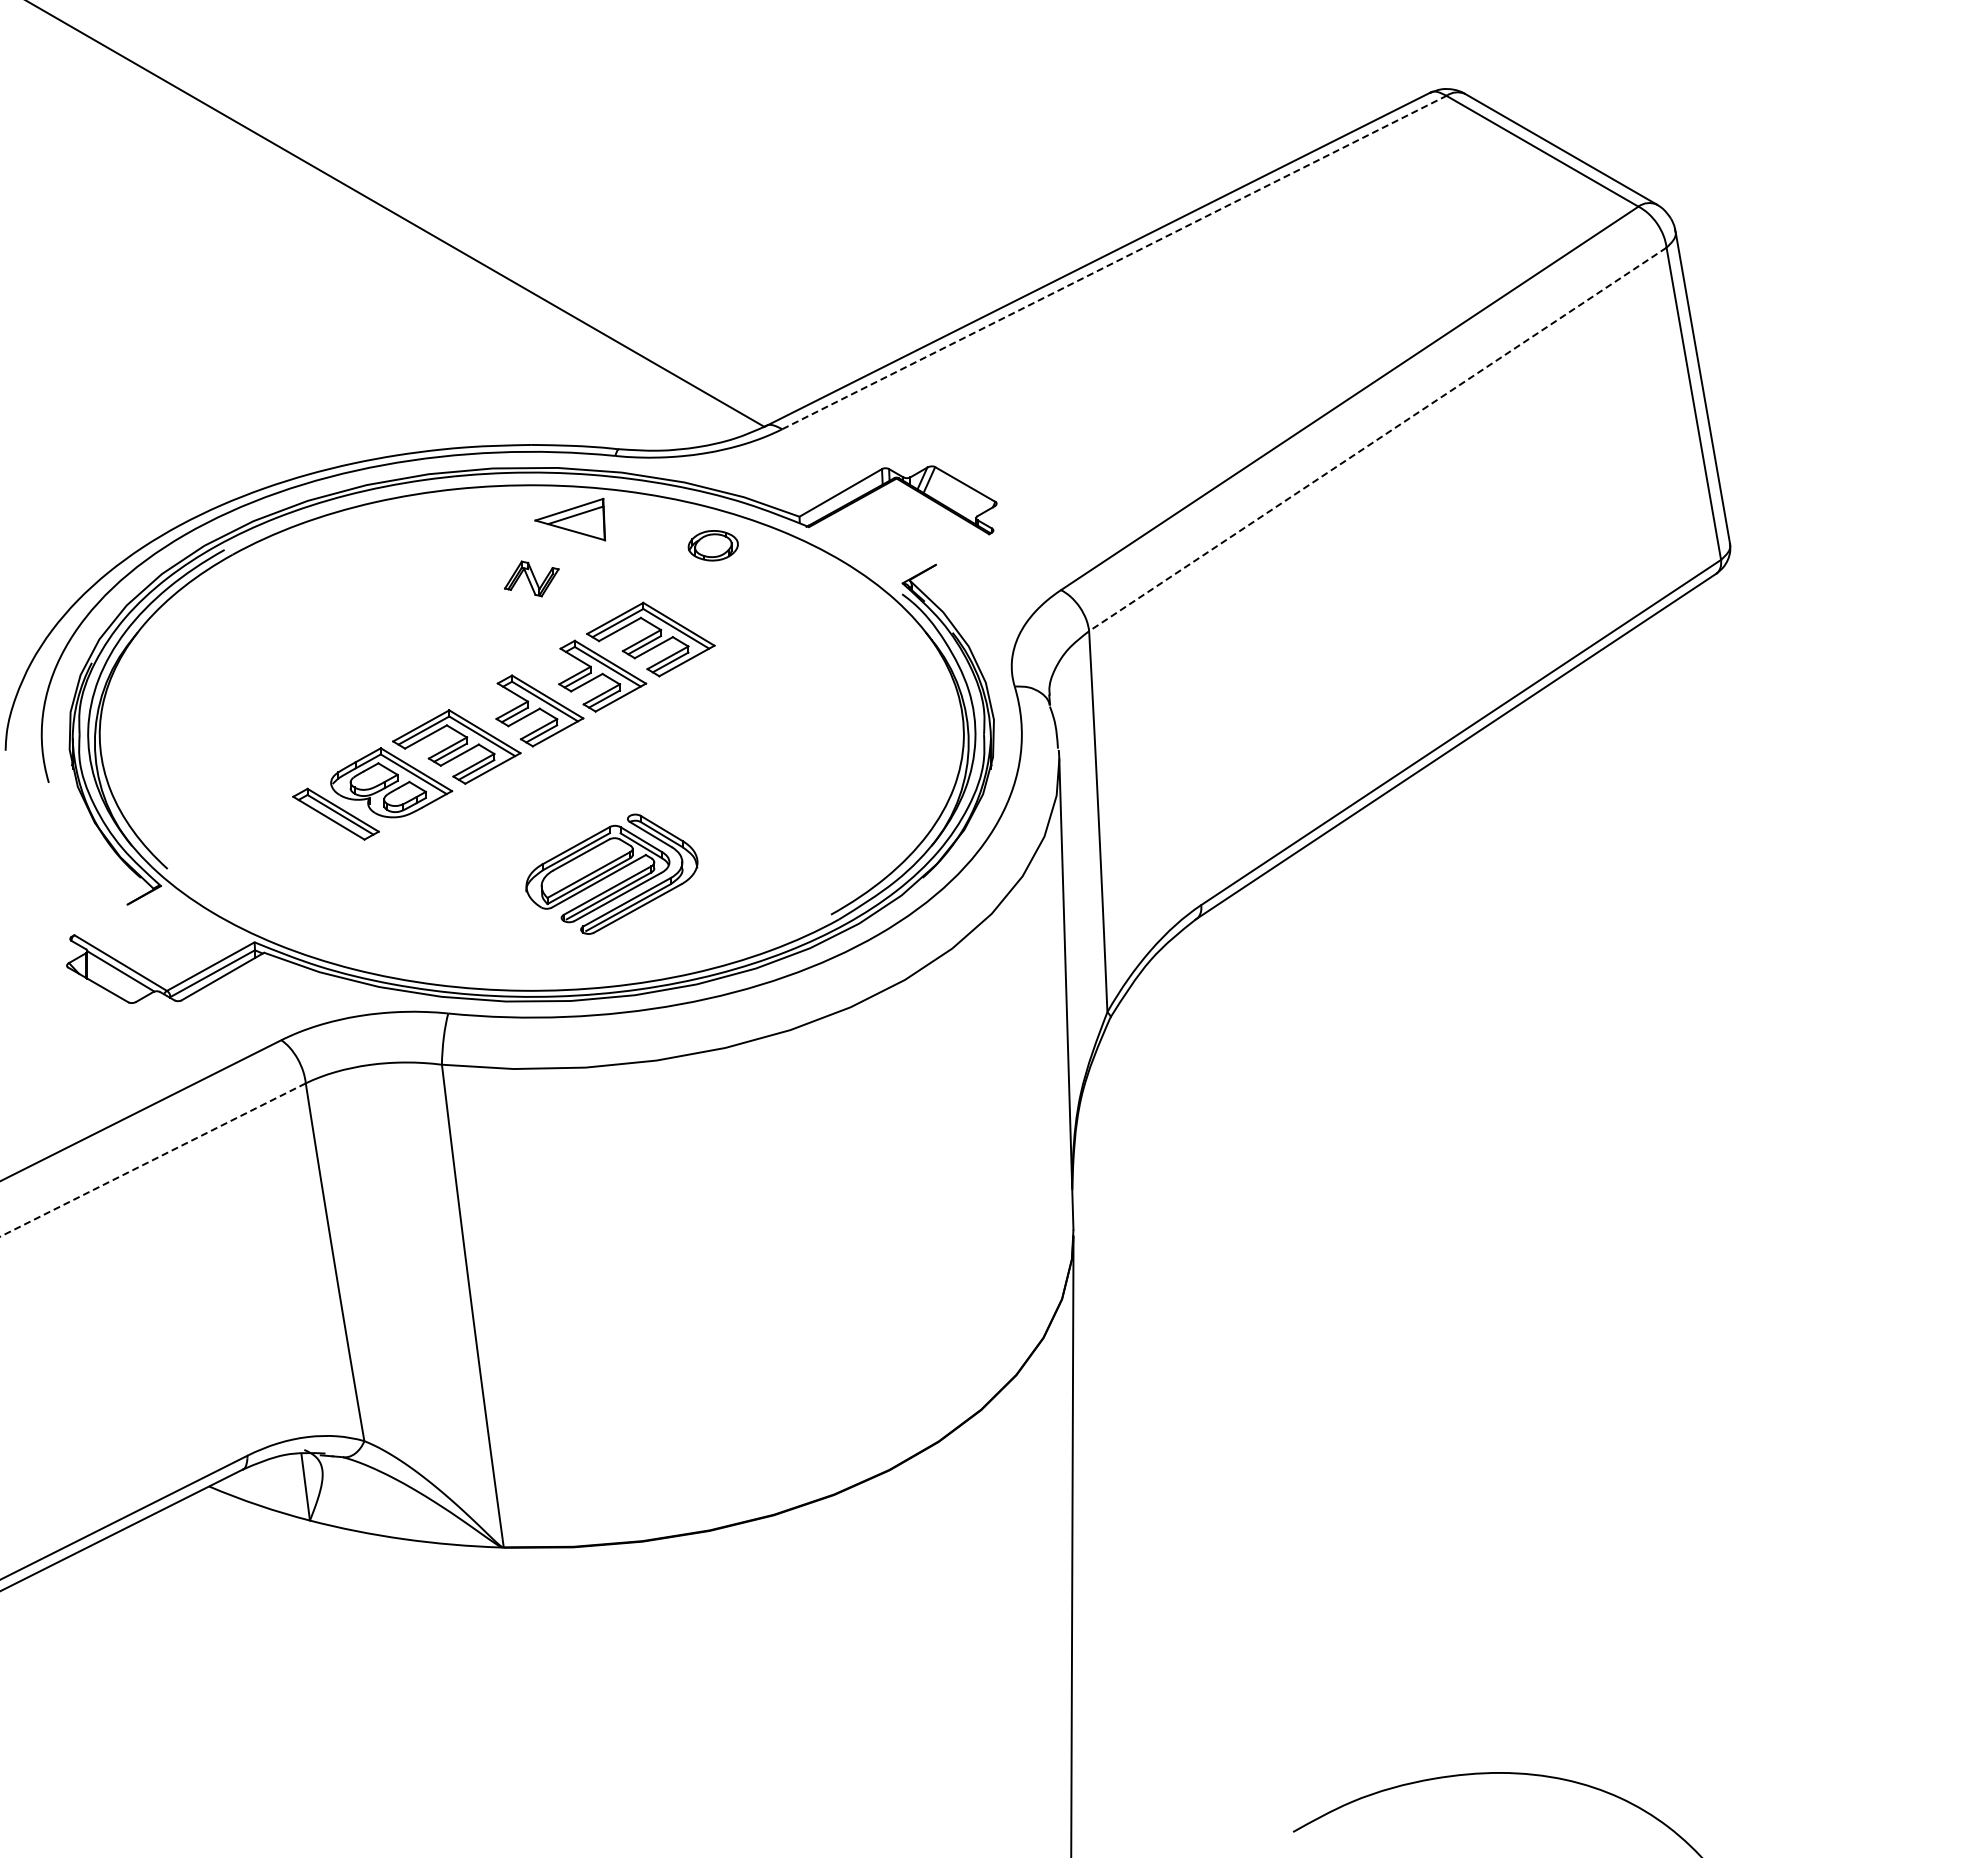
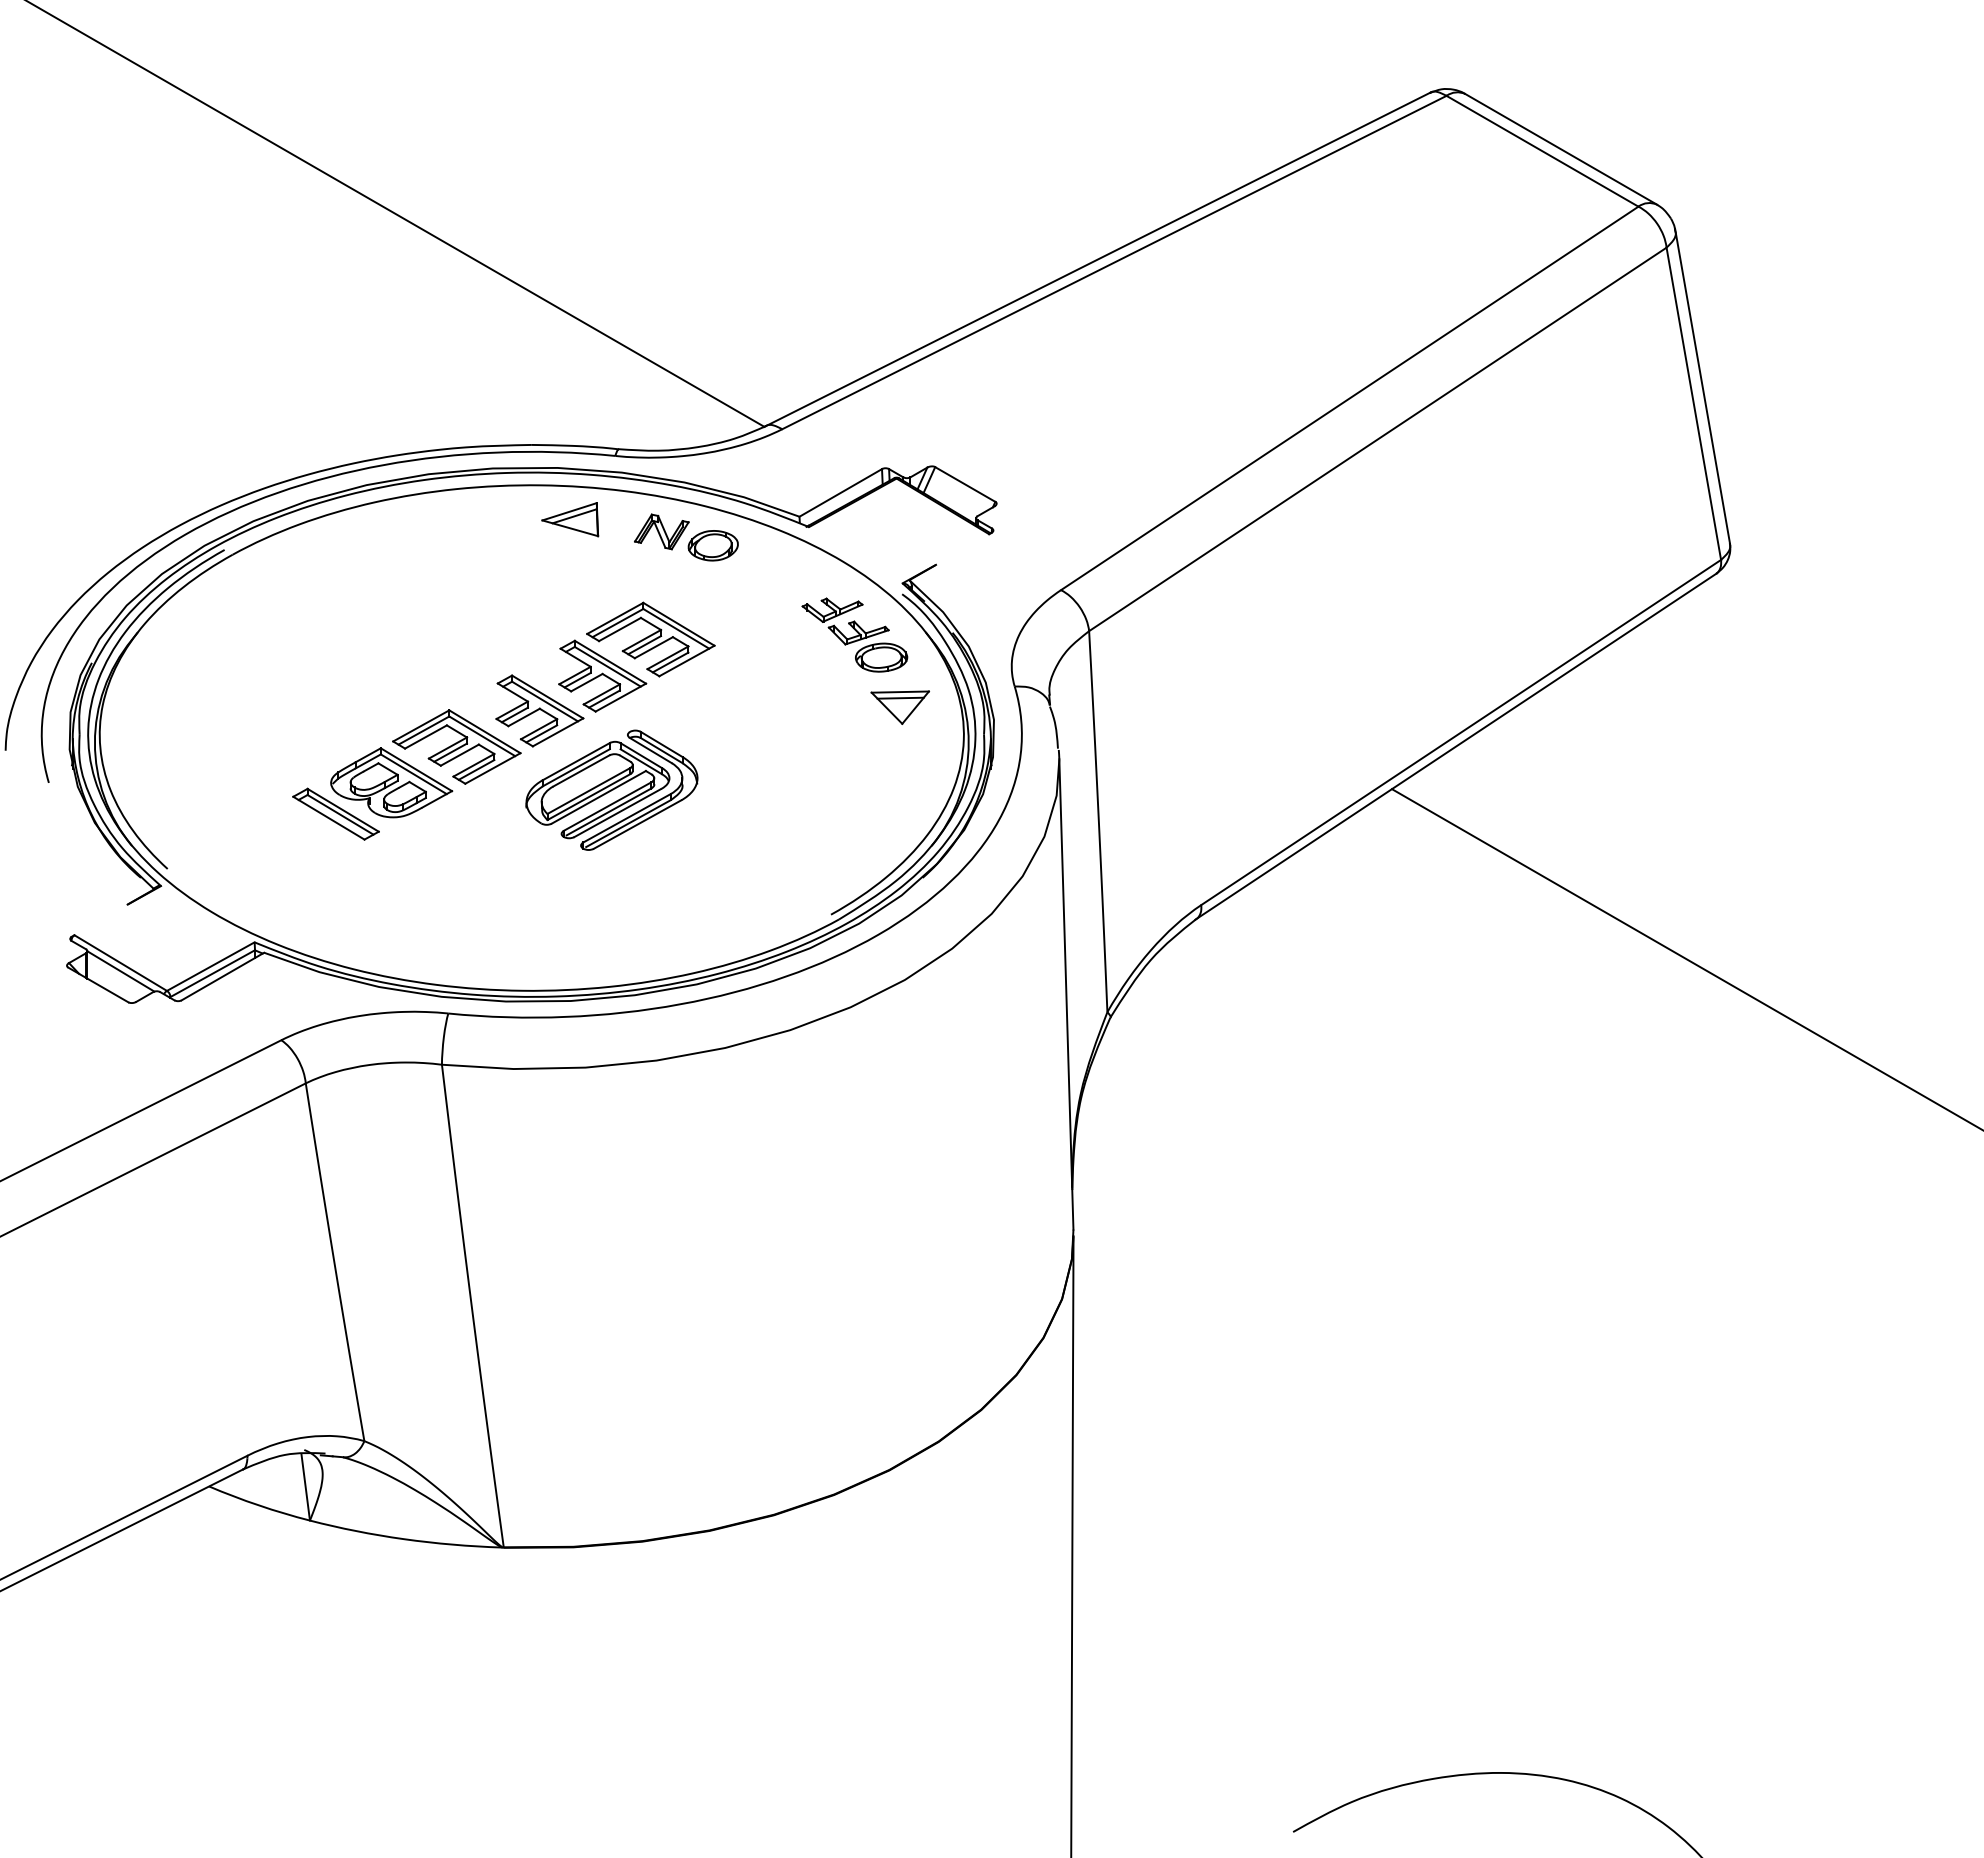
line at (1114, 262): dashed -> solid
line at (1377, 439): dashed -> solid
part at (569, 519) size: 72x45 px -> 59x36 px
part at (531, 578) position: (531, 578) -> (661, 531)
part at (854, 634): none -> present
part at (899, 707): none -> present
part at (611, 873) position: (611, 873) -> (611, 789)
line at (1685, 959): none -> present
line at (153, 1160): dashed -> solid
